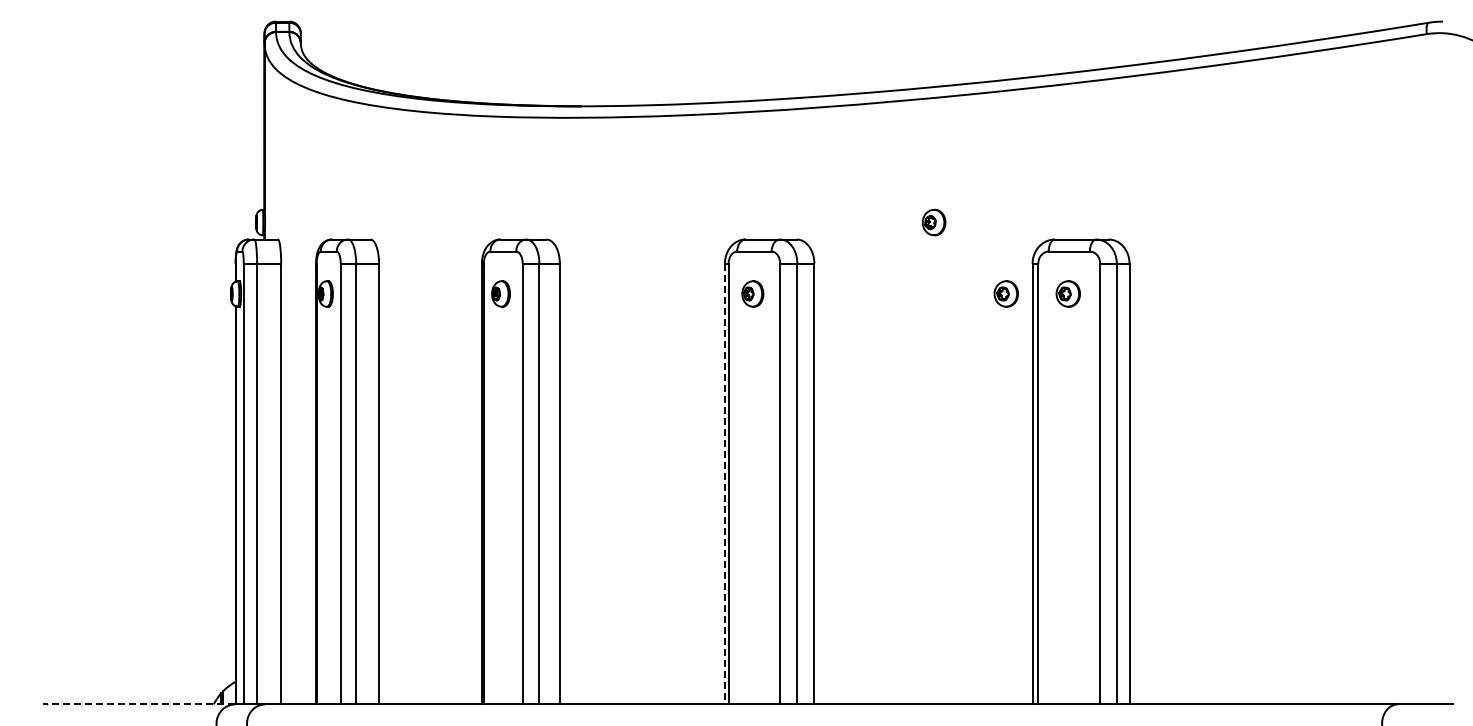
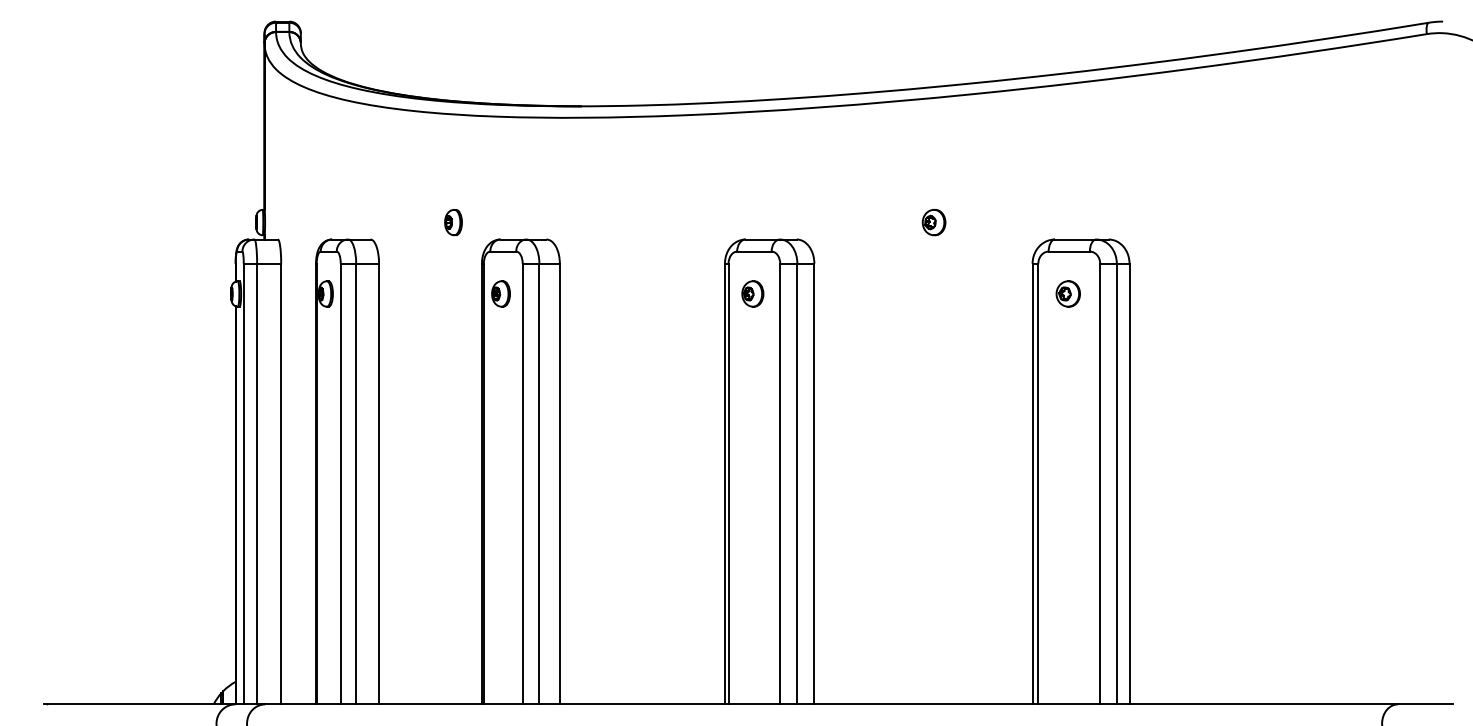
part at (453, 222): none -> present
part at (1005, 293): present -> none
line at (724, 484): dashed -> solid
line at (140, 704): dashed -> solid
